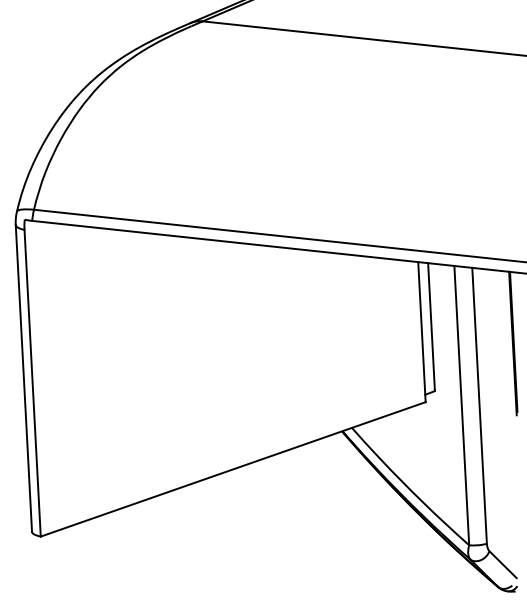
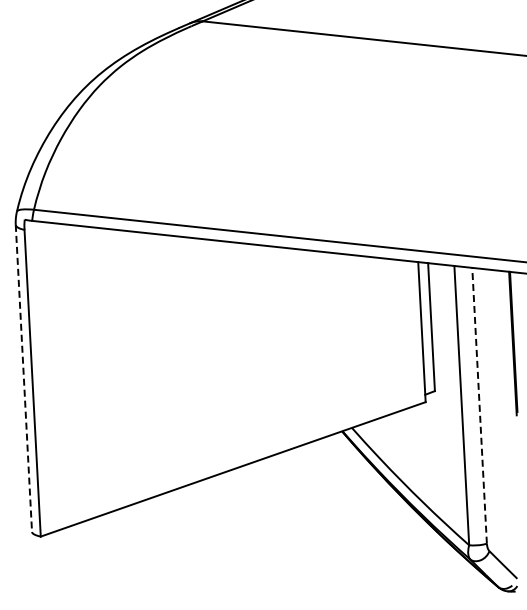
line at (23, 378): solid -> dashed
line at (479, 405): solid -> dashed
